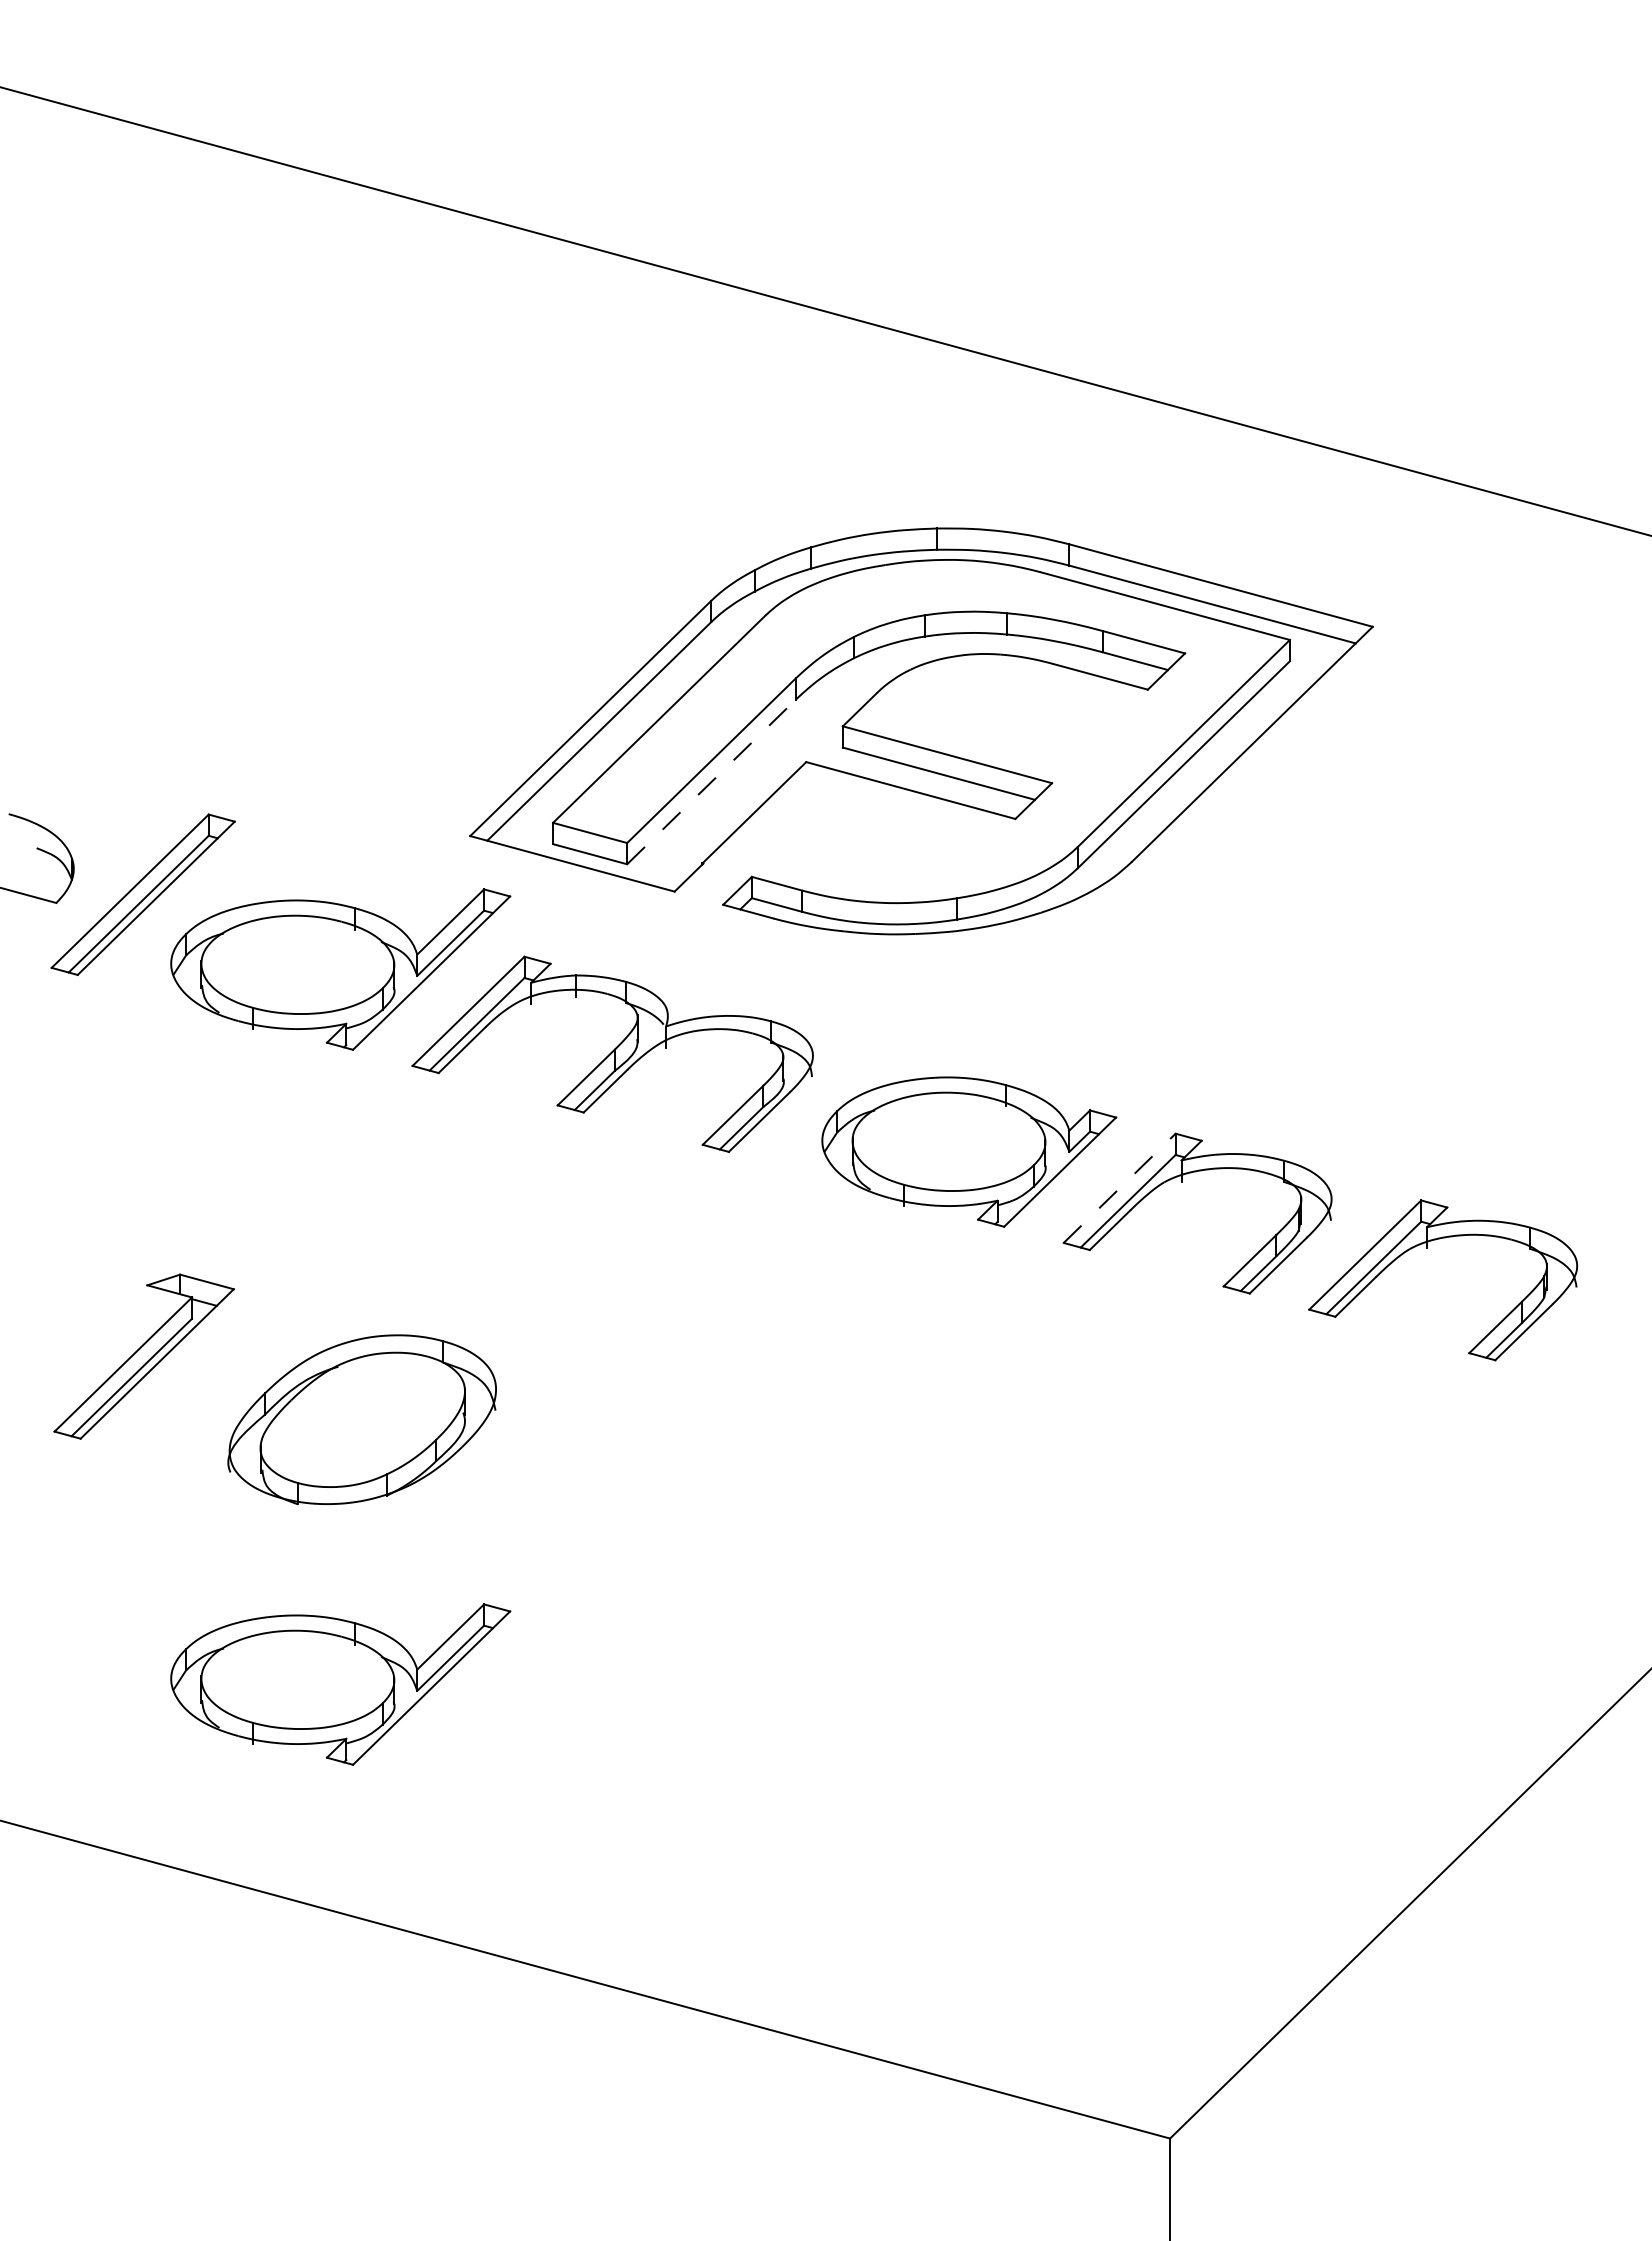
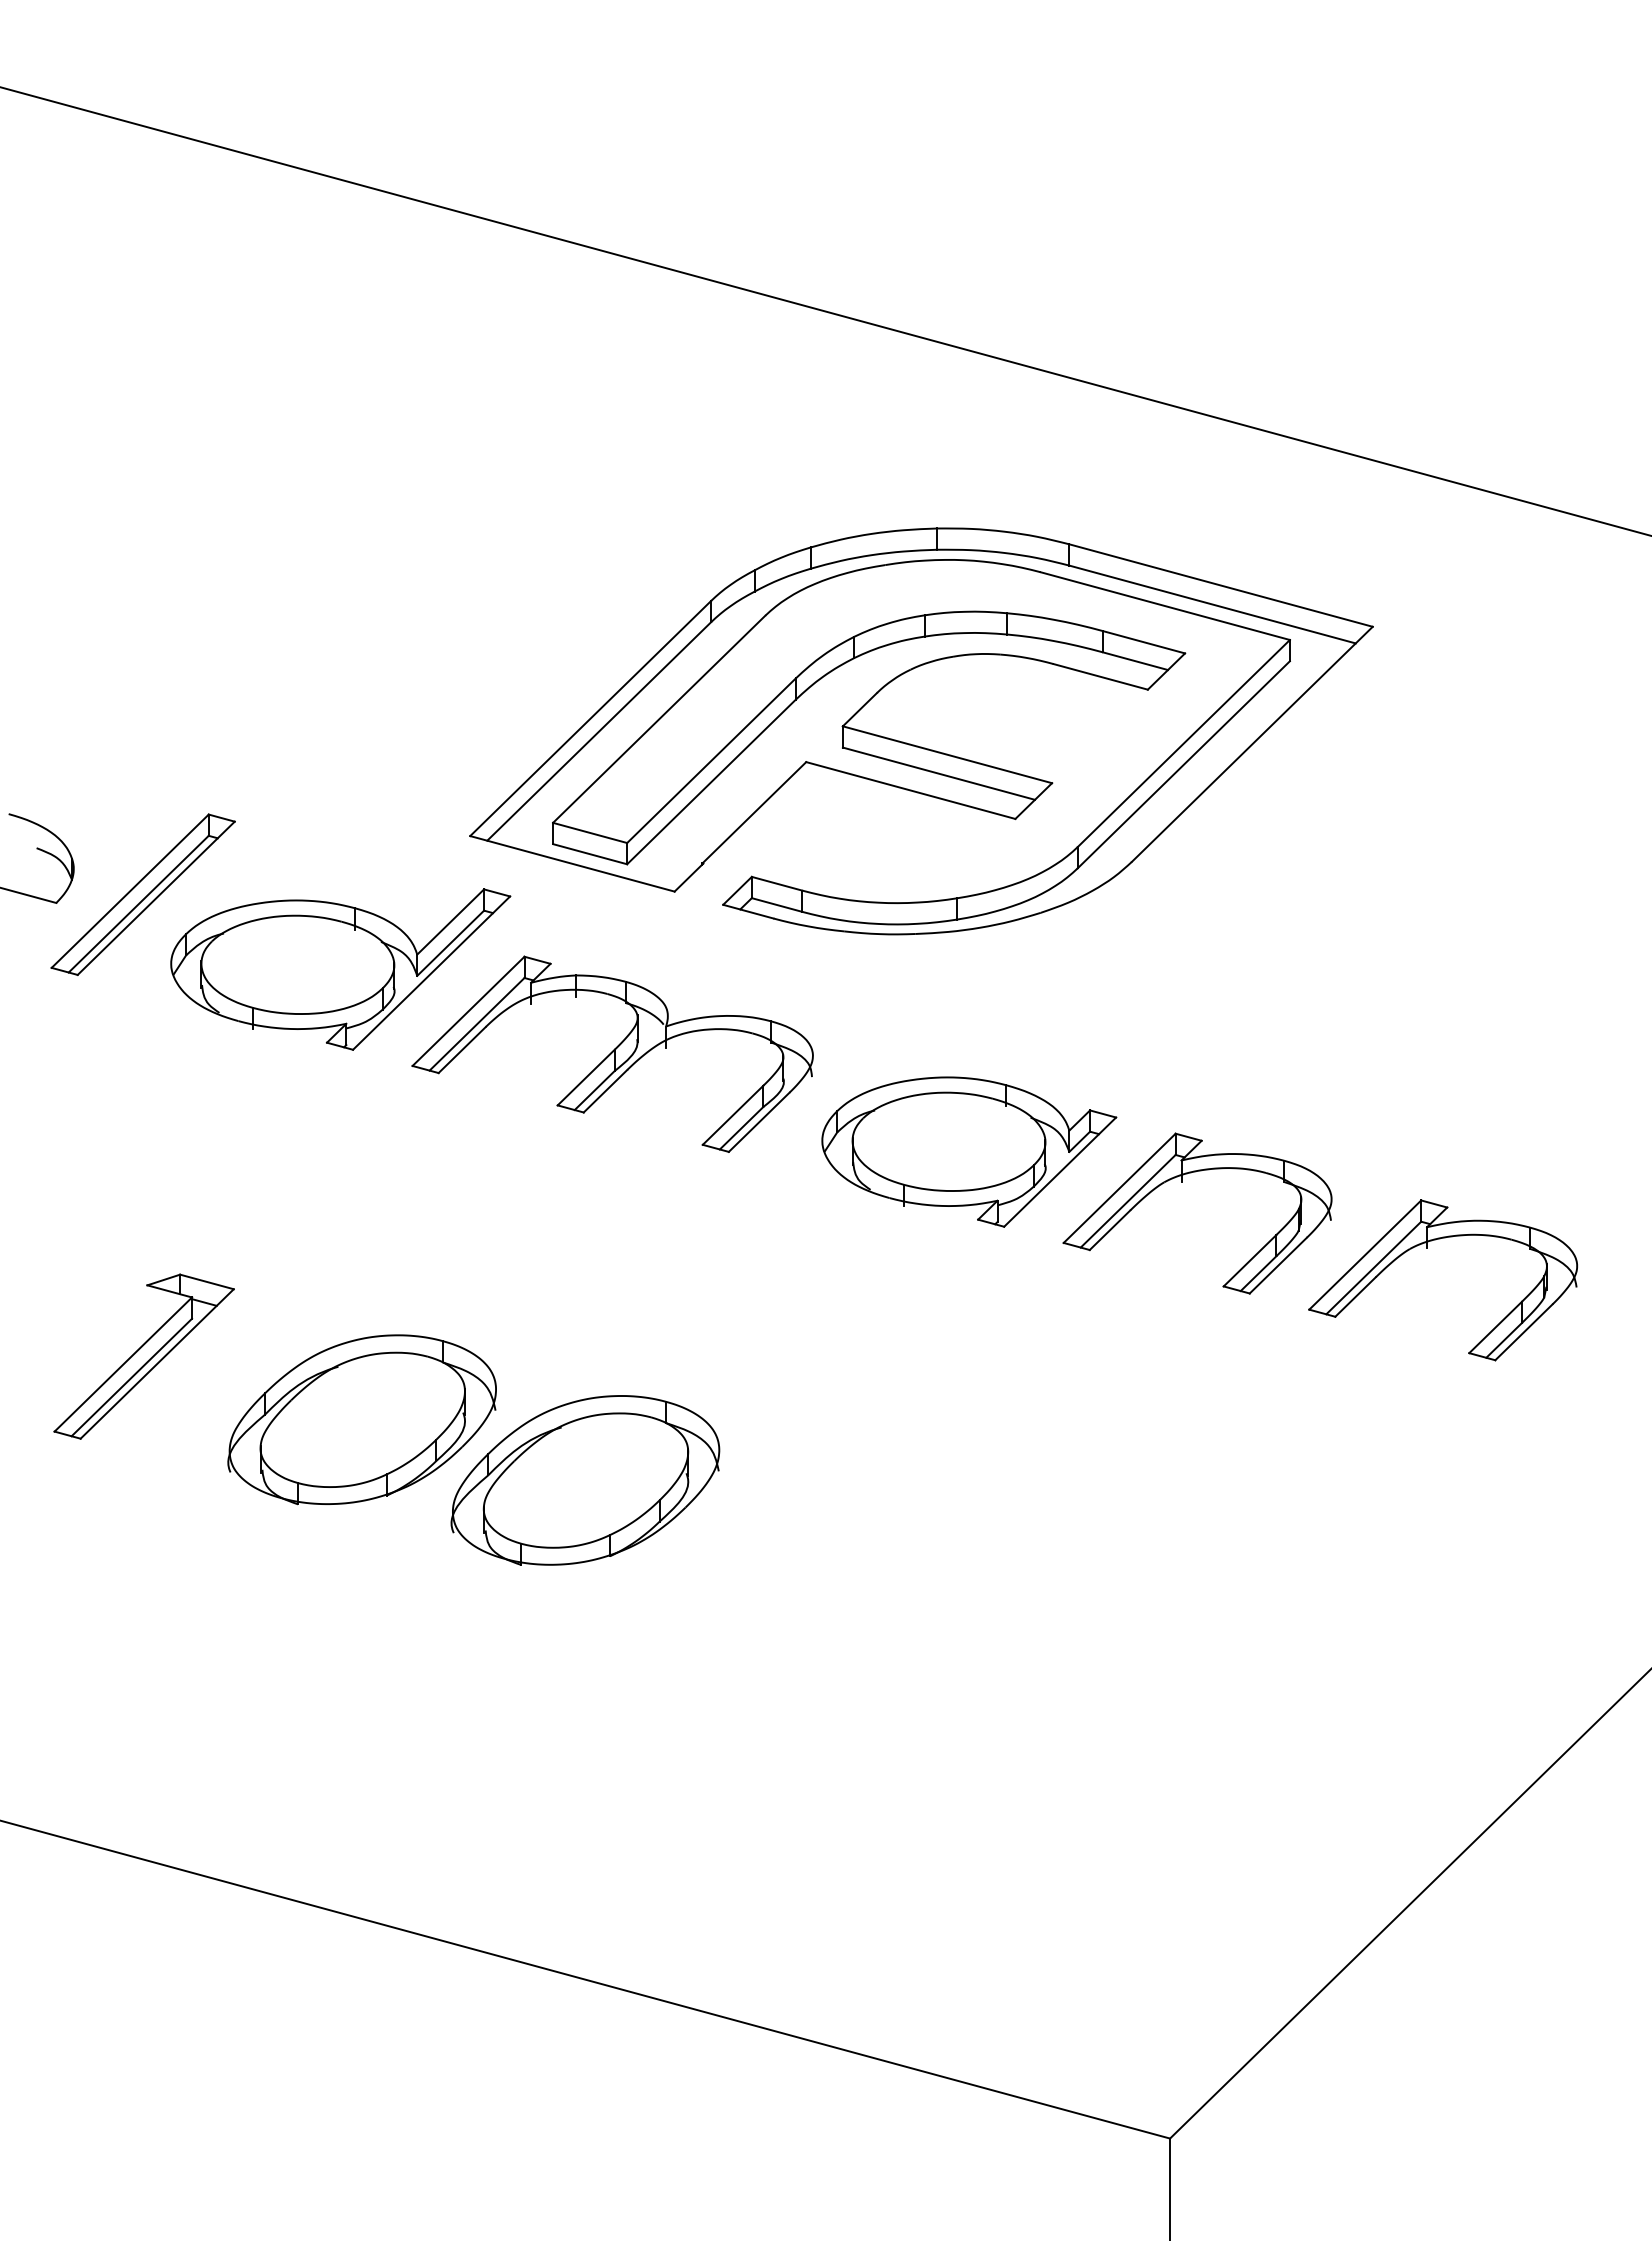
line at (711, 782): dashed -> solid
line at (1120, 1187): dashed -> solid
part at (585, 1480): none -> present
part at (340, 1684): present -> none
